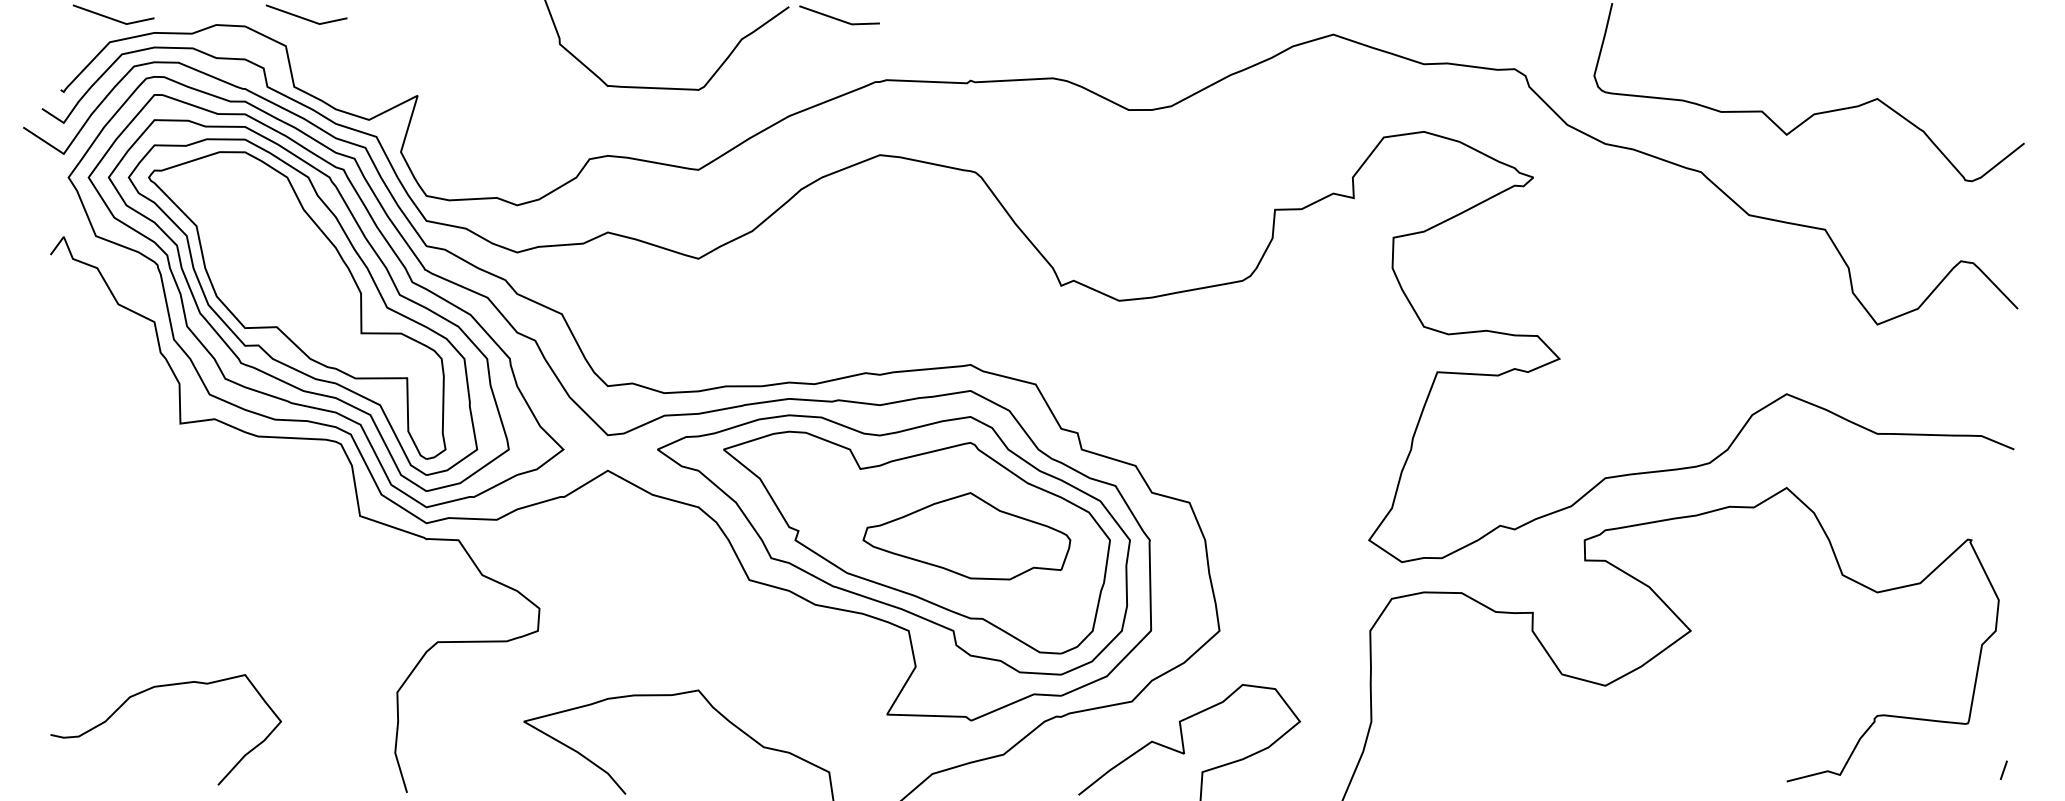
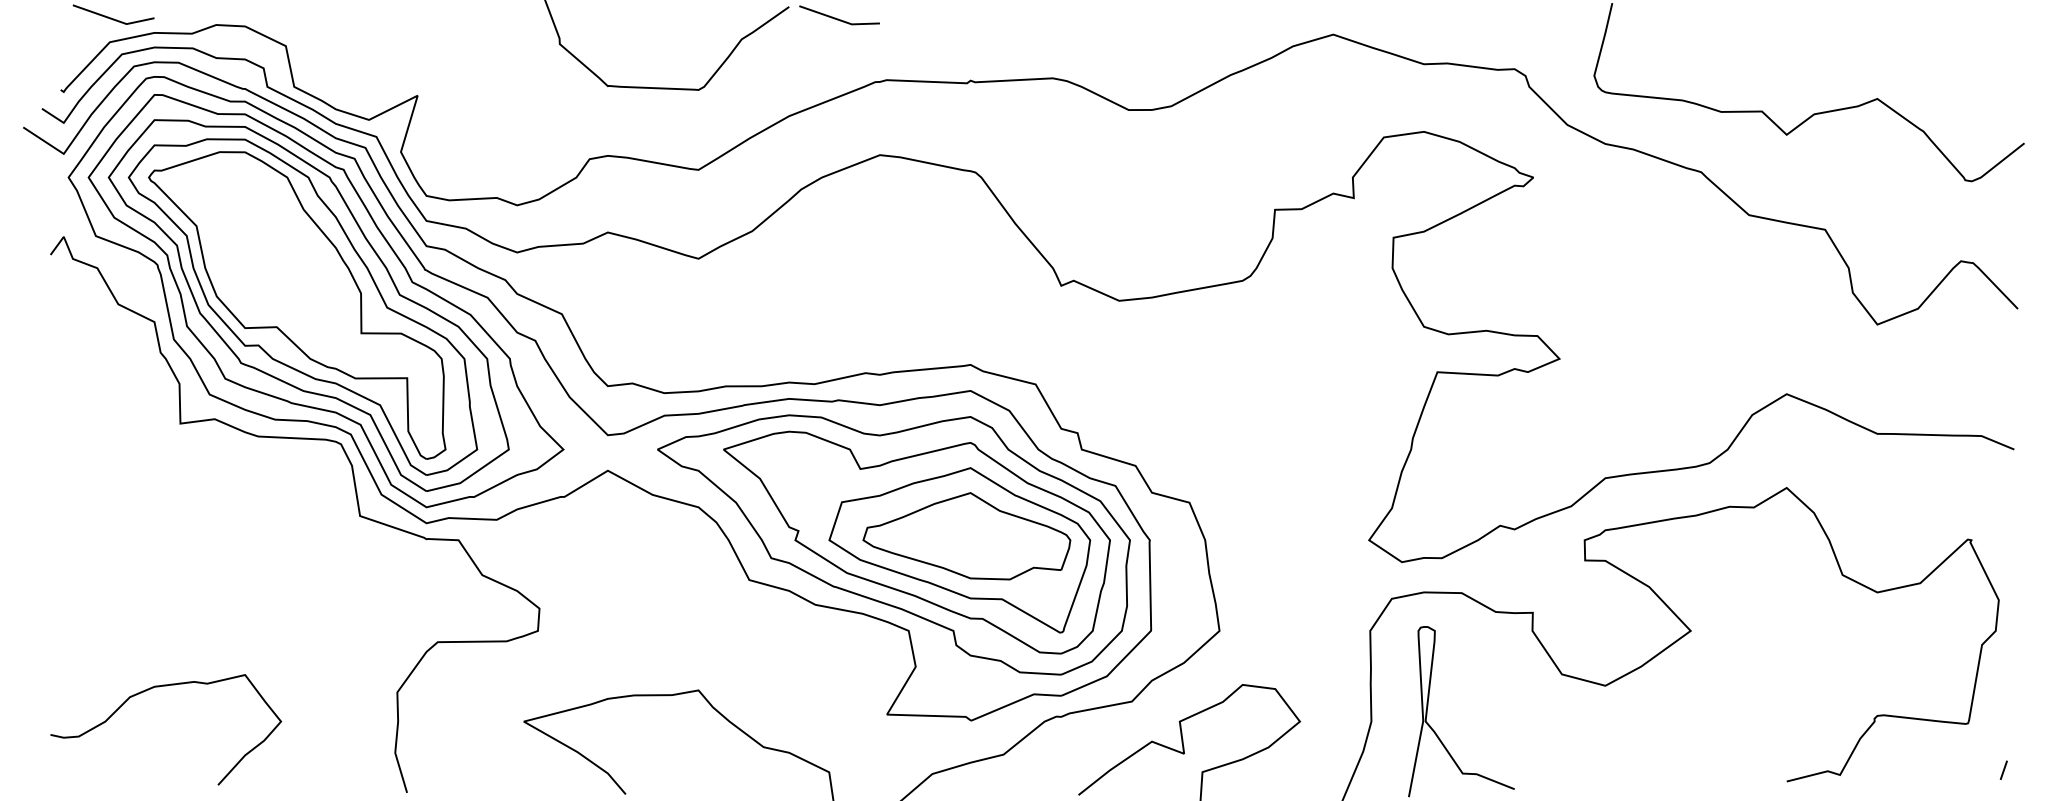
line at (304, 17): present -> none
part at (959, 550): none -> present
curve at (1435, 731): none -> present
